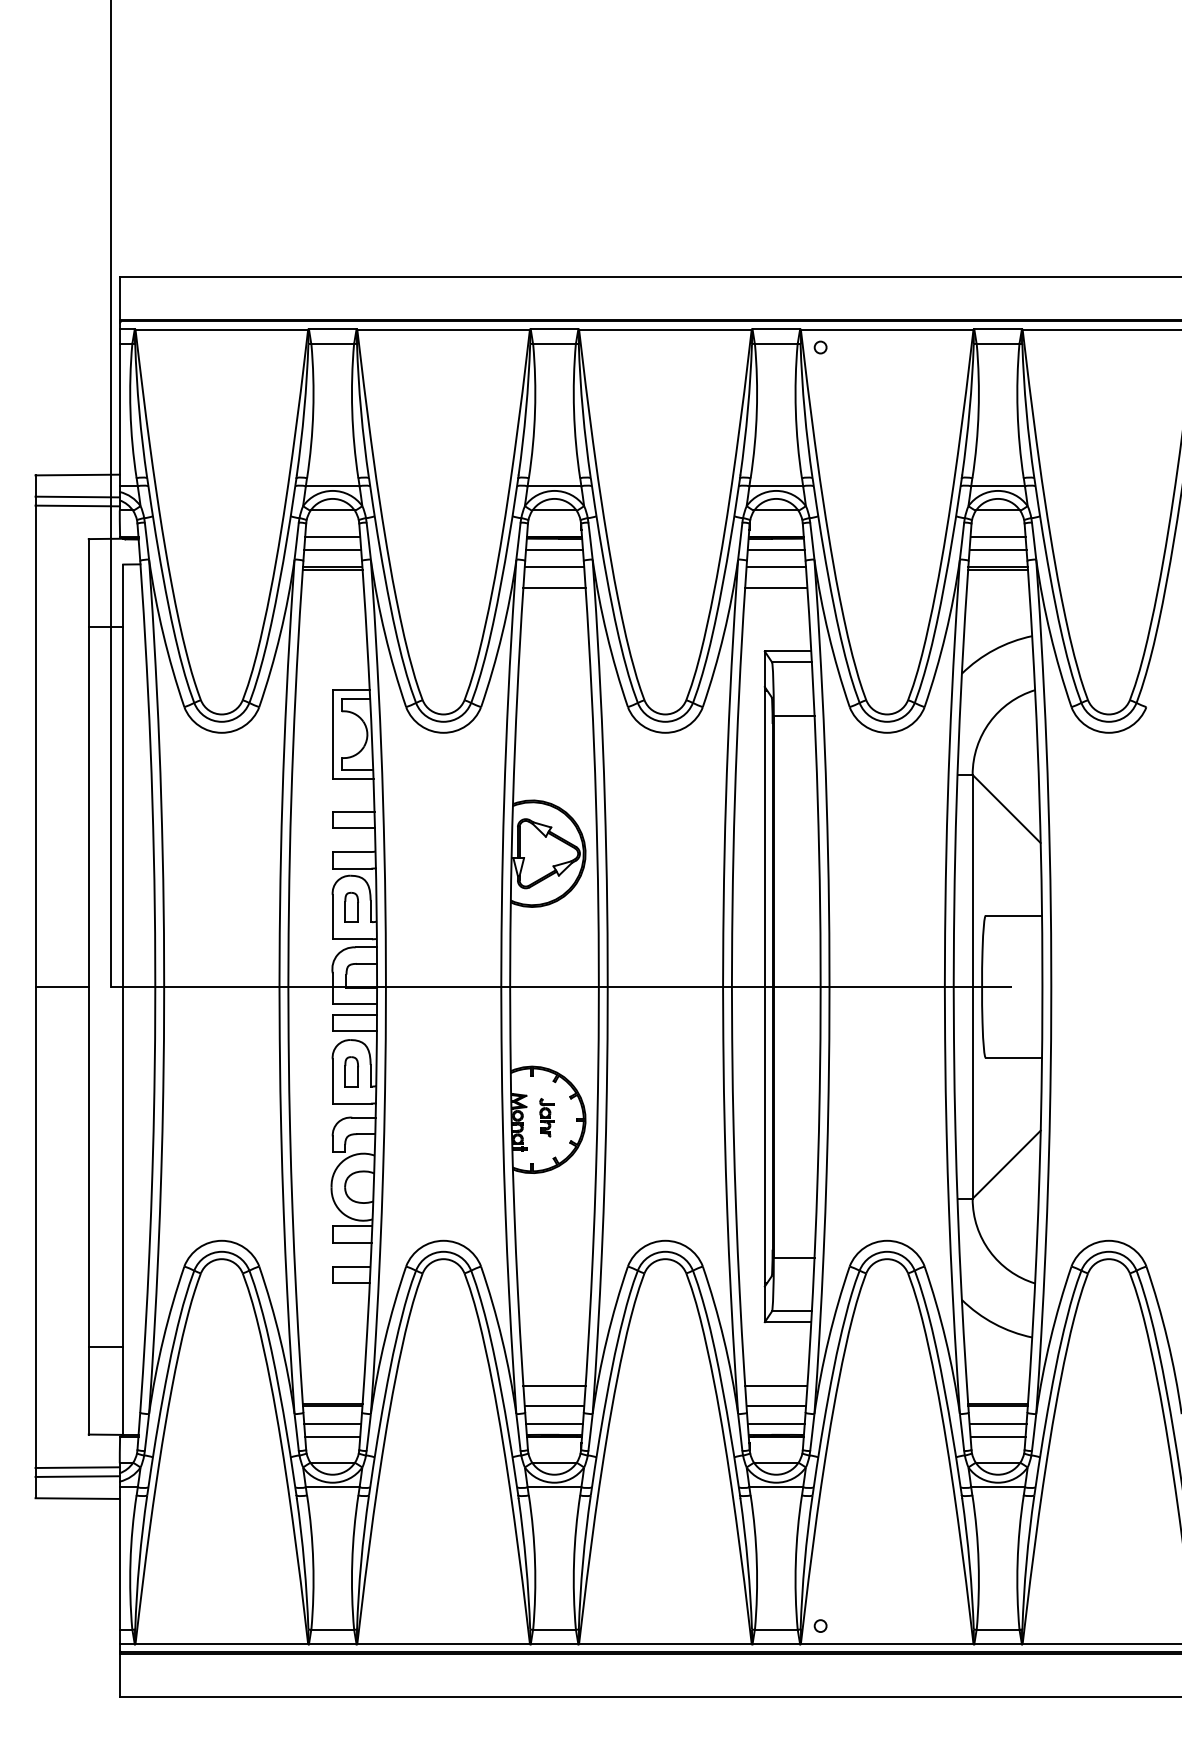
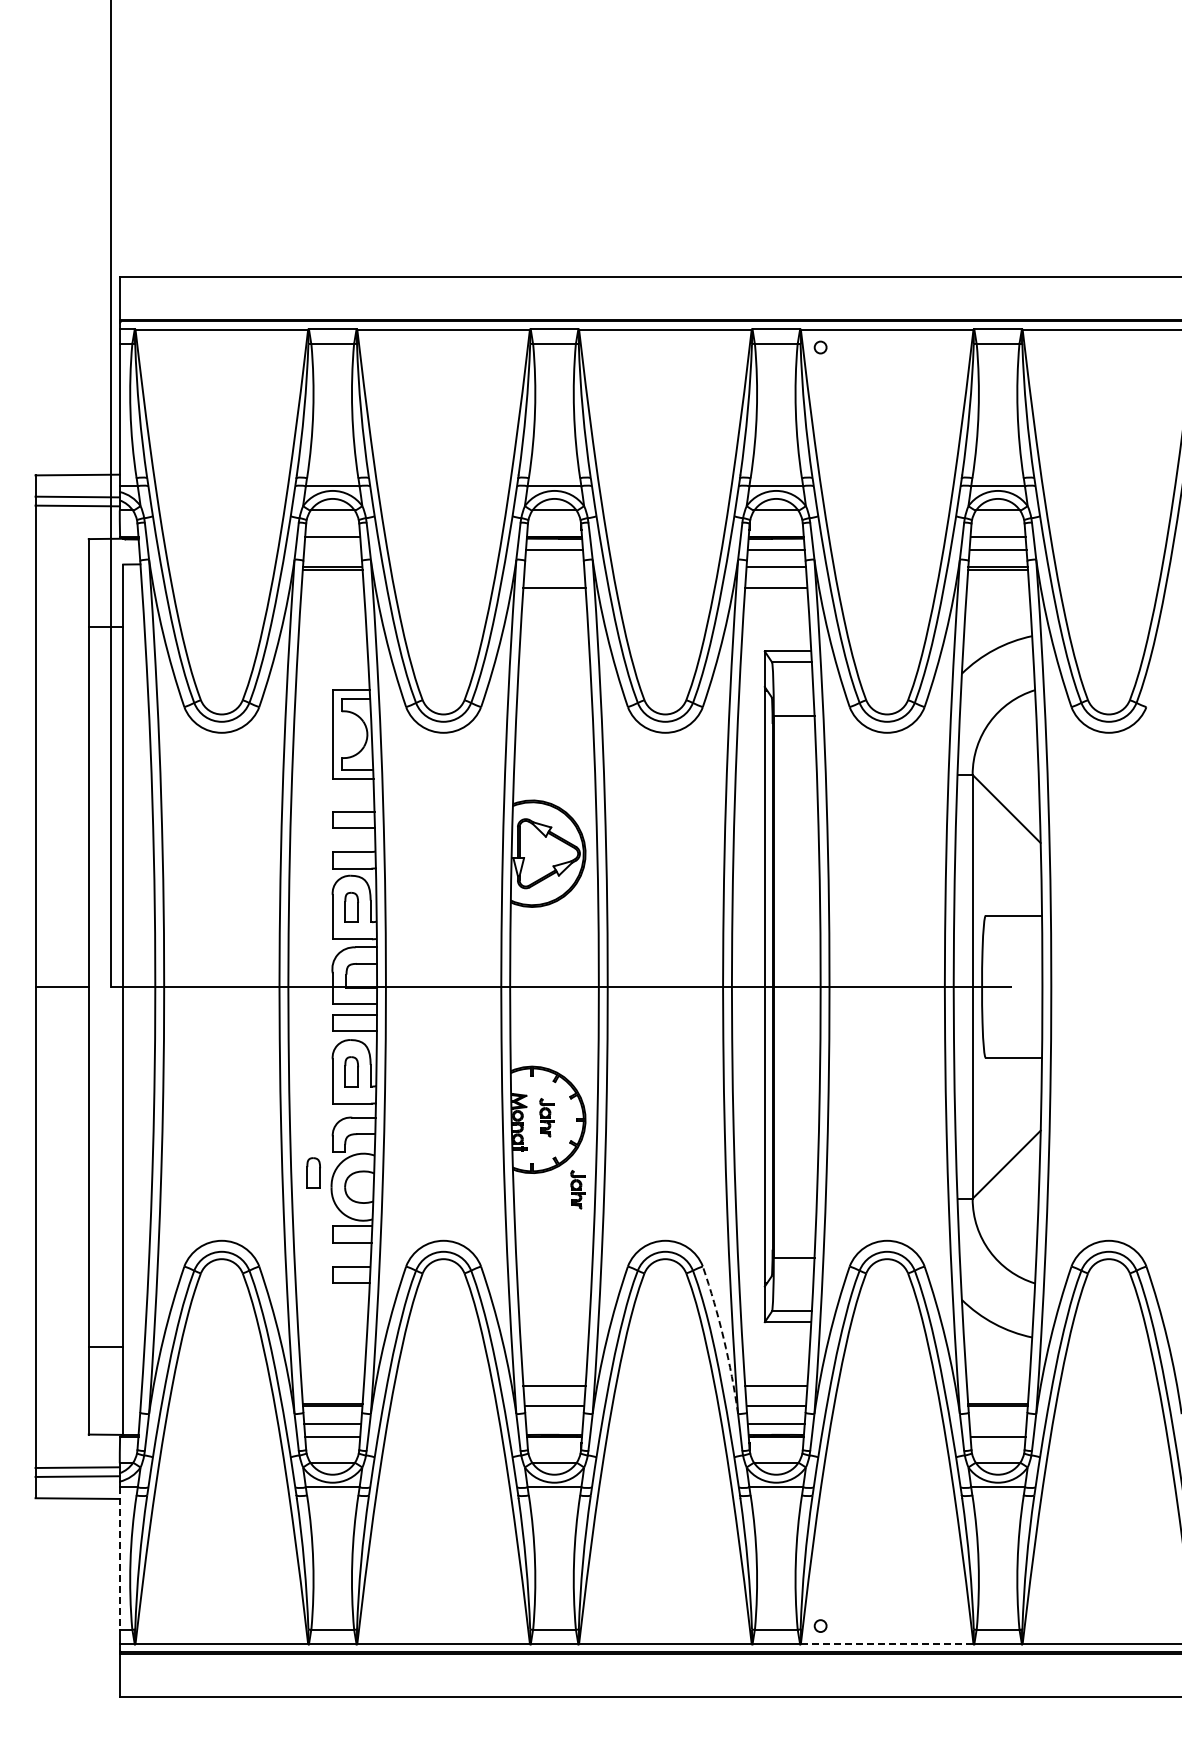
line at (332, 549): present -> none
line at (554, 567): present -> none
part at (313, 1172): none -> present
part at (577, 1189): none -> present
arc at (723, 1339): solid -> dashed
line at (554, 1423): present -> none
line at (997, 1423): present -> none
line at (119, 1559): solid -> dashed
line at (887, 1644): solid -> dashed
